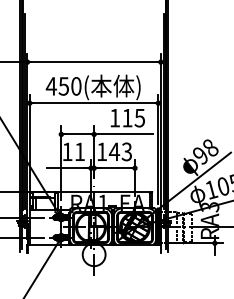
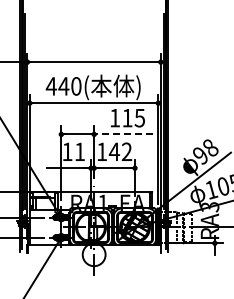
text at (63, 86): 450( -> 440(
line at (122, 134): solid -> dashed
text at (126, 152): 143 -> 142
